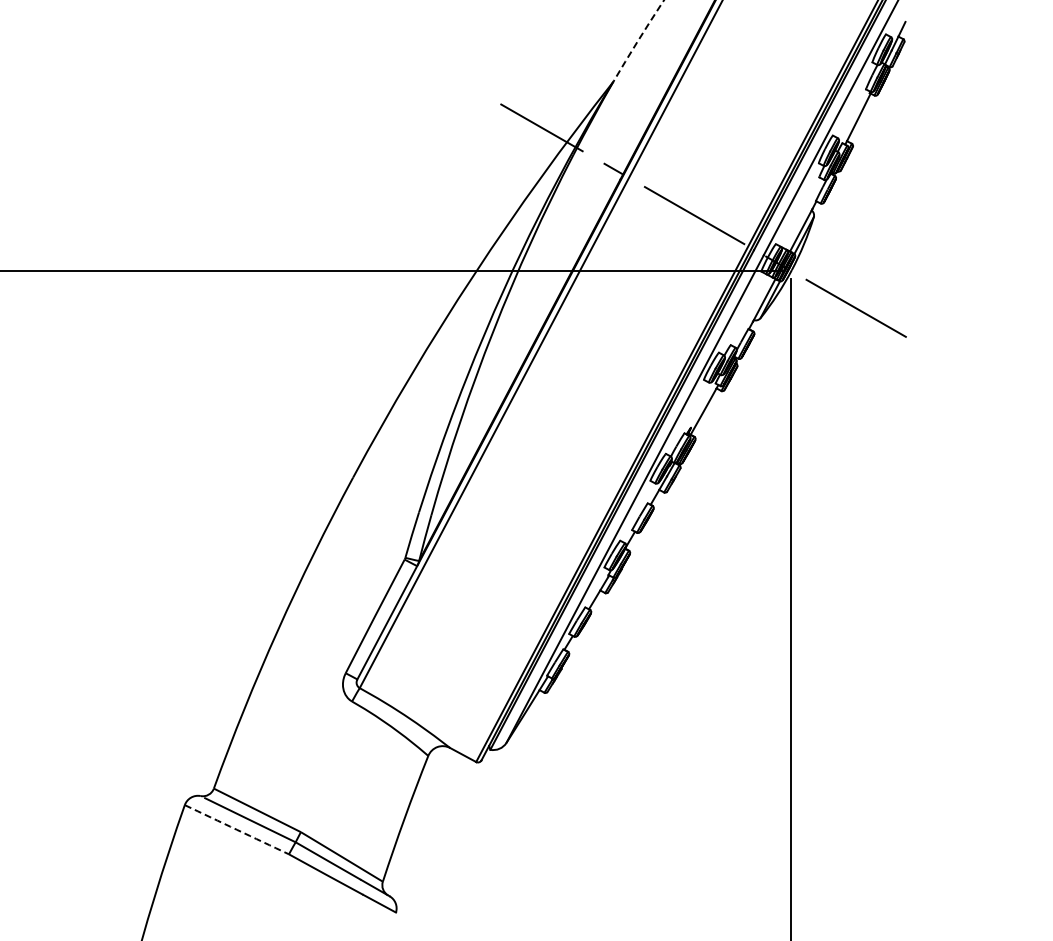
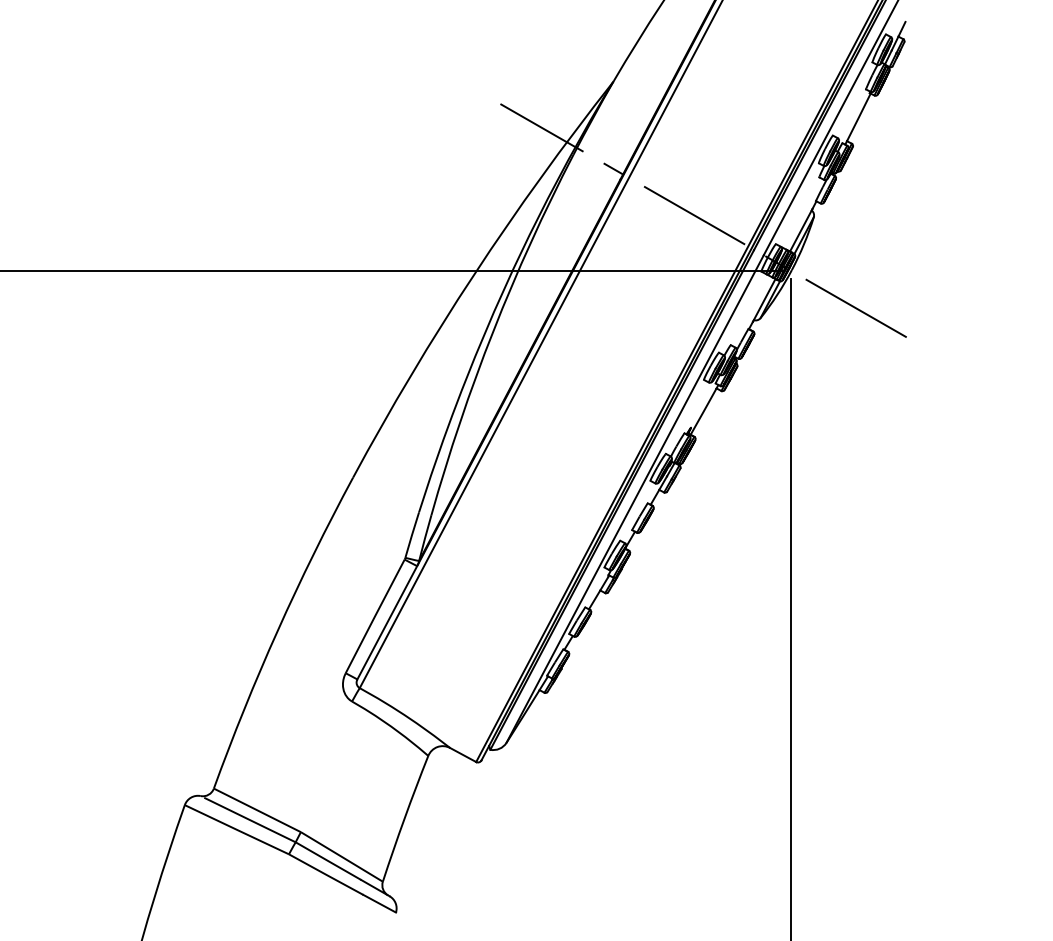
arc at (638, 40): dashed -> solid
arc at (236, 829): dashed -> solid
